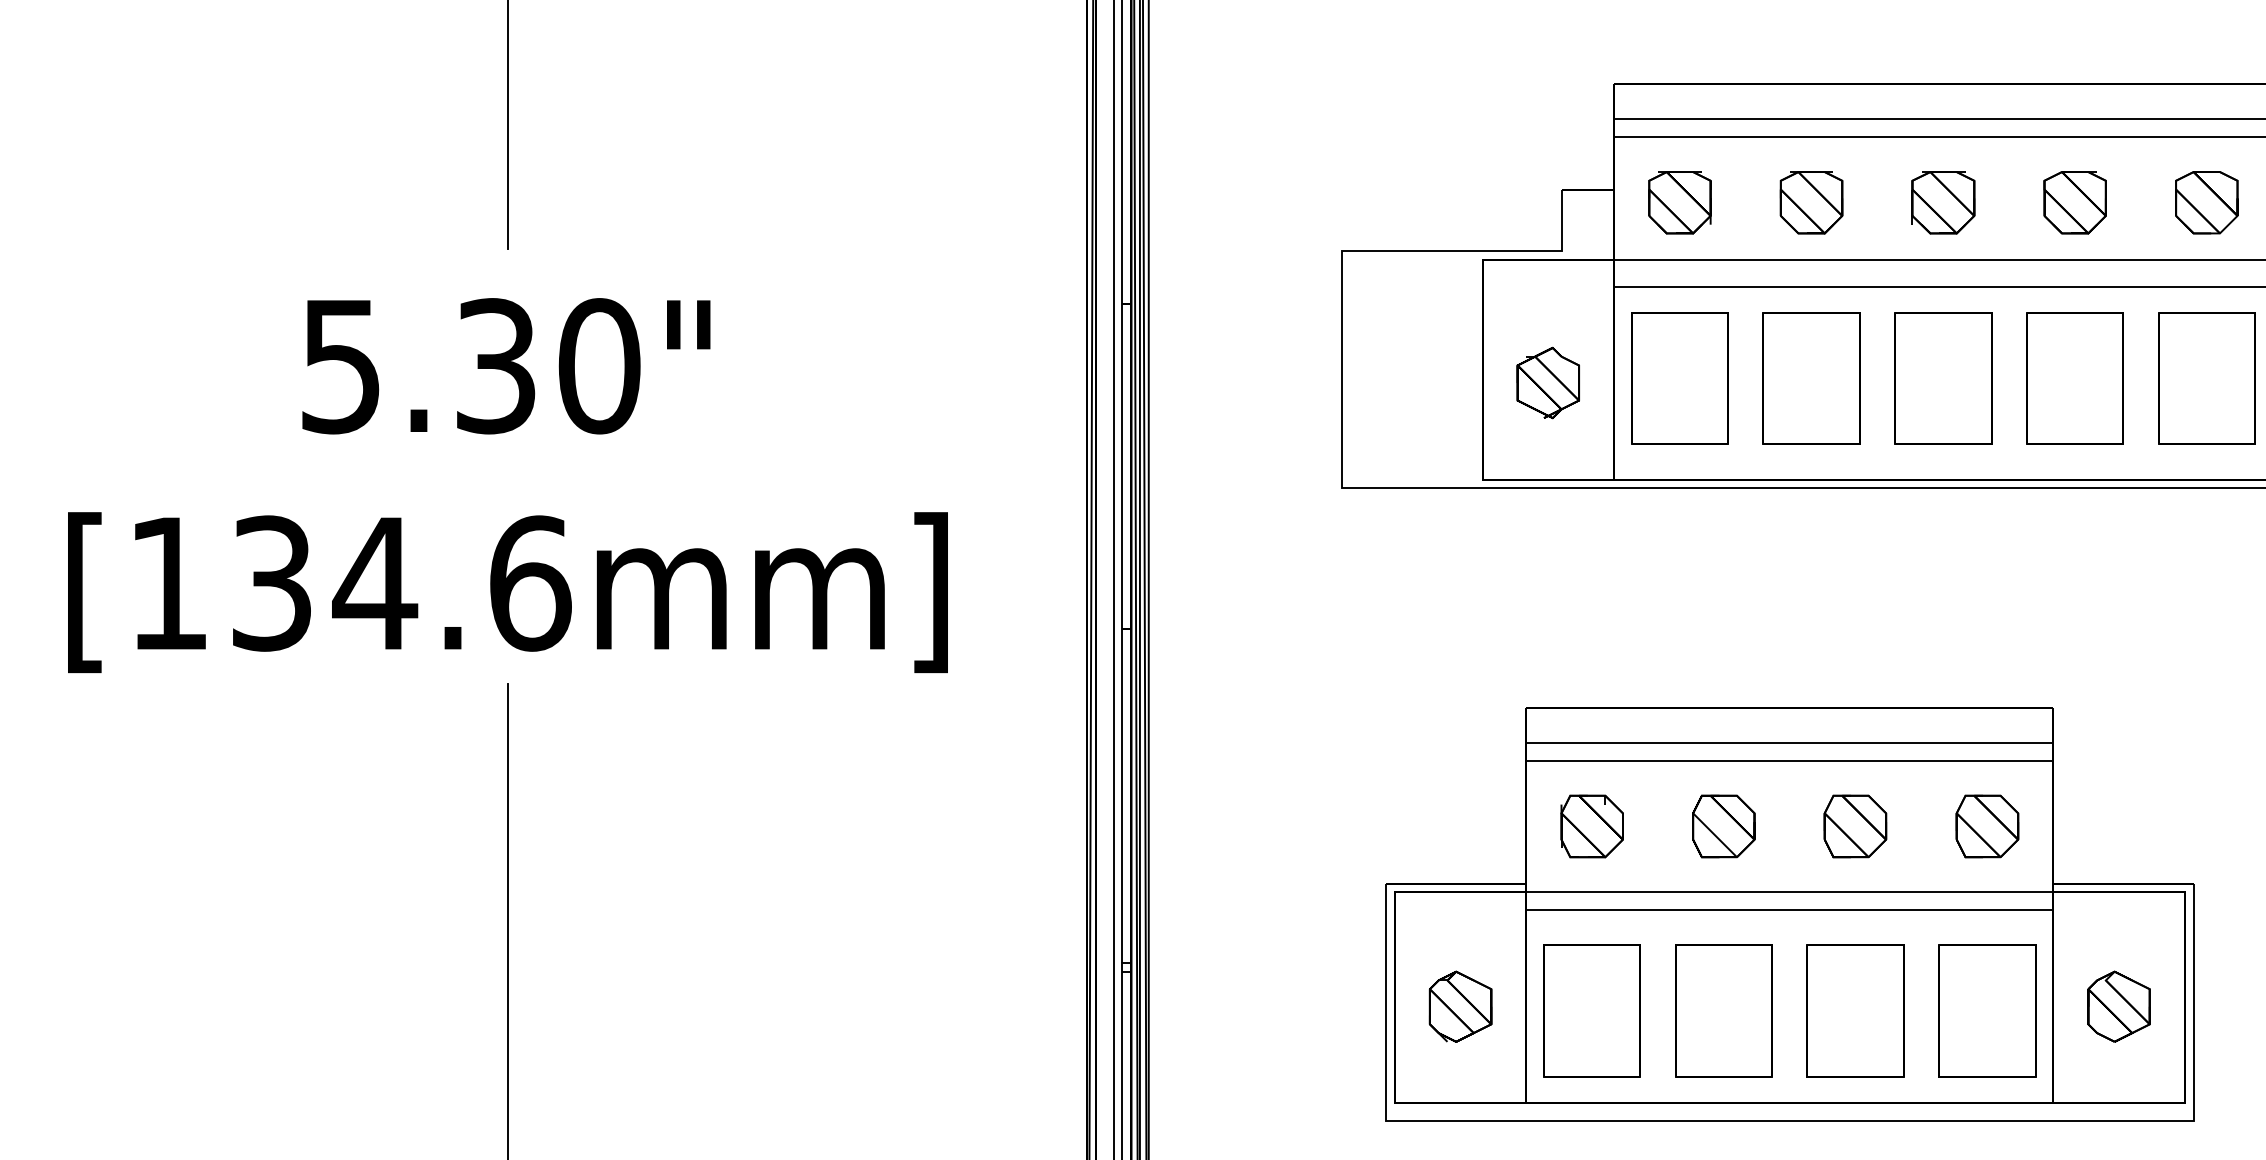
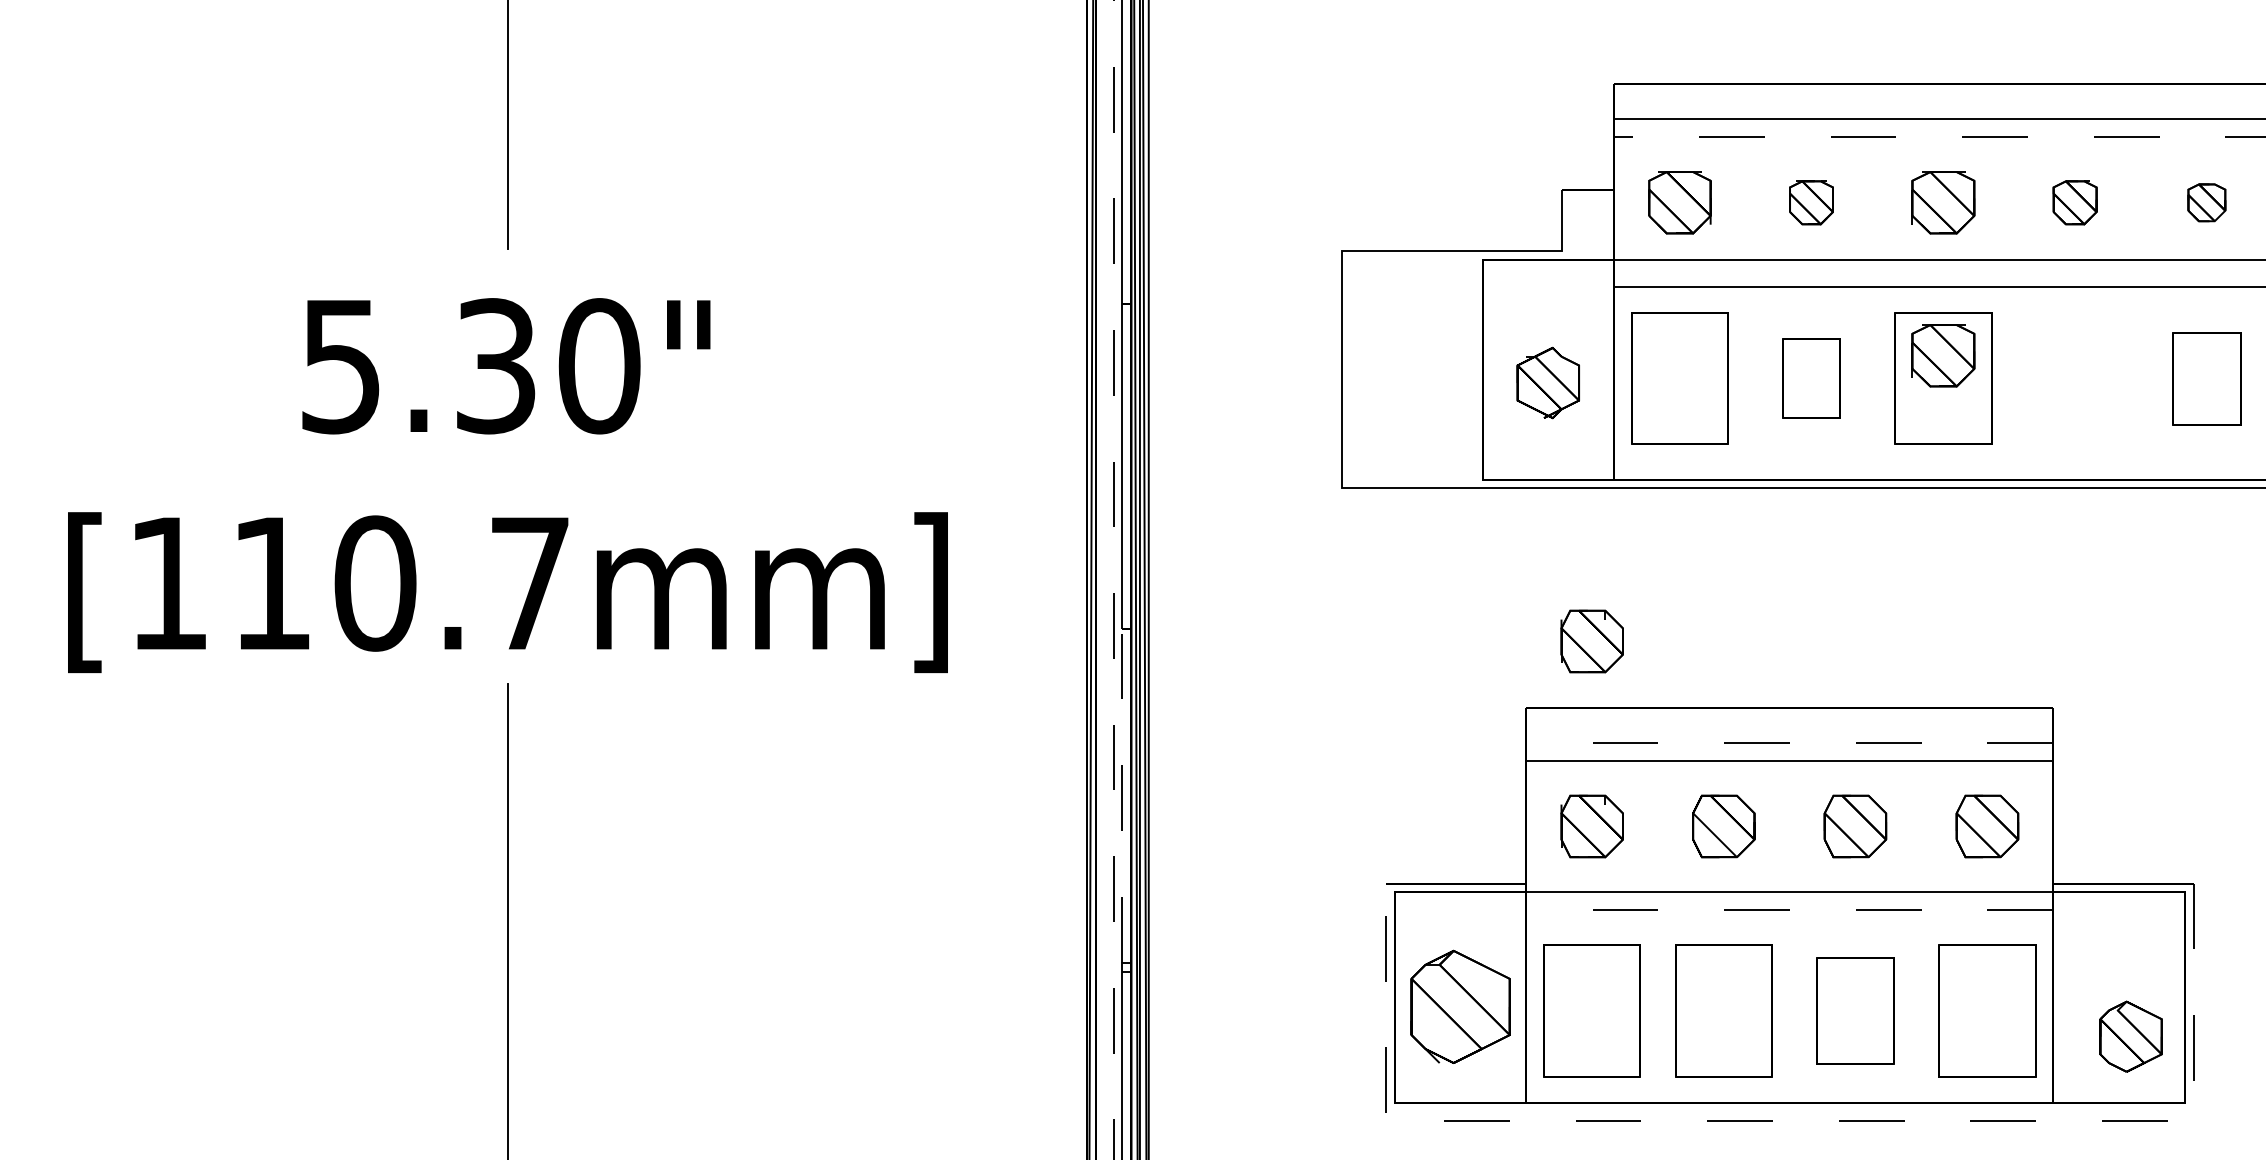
line at (1939, 136): solid -> dashed
part at (1811, 202) size: 65x64 px -> 45x46 px
part at (2074, 202) size: 64x64 px -> 46x46 px
part at (2206, 202) size: 64x64 px -> 40x40 px
part at (1943, 355): none -> present
part at (1811, 378) size: 99x133 px -> 59x81 px
part at (2074, 378): present -> none
part at (2206, 378) size: 98x133 px -> 70x94 px
line at (1113, 579): solid -> dashed
text at (402, 583): [134.6mm] -> [110.7mm]
part at (1591, 641): none -> present
line at (1789, 743): solid -> dashed
line at (1122, 795): solid -> dashed
line at (1789, 909): solid -> dashed
part at (1460, 1006) size: 65x73 px -> 101x115 px
part at (2118, 1006) position: (2118, 1006) -> (2130, 1036)
part at (1855, 1010) size: 99x134 px -> 79x108 px
line at (1789, 1120): solid -> dashed
